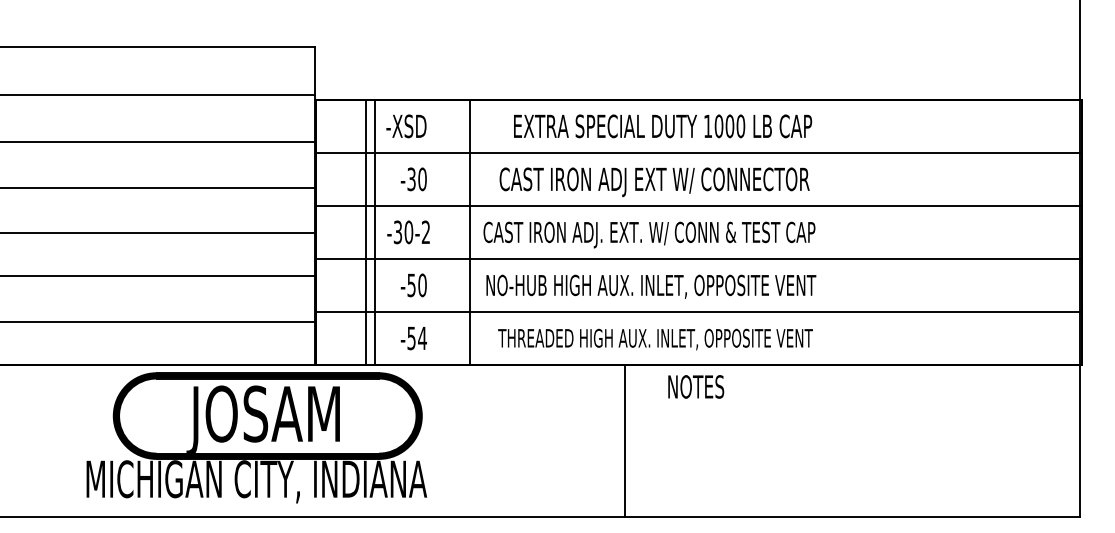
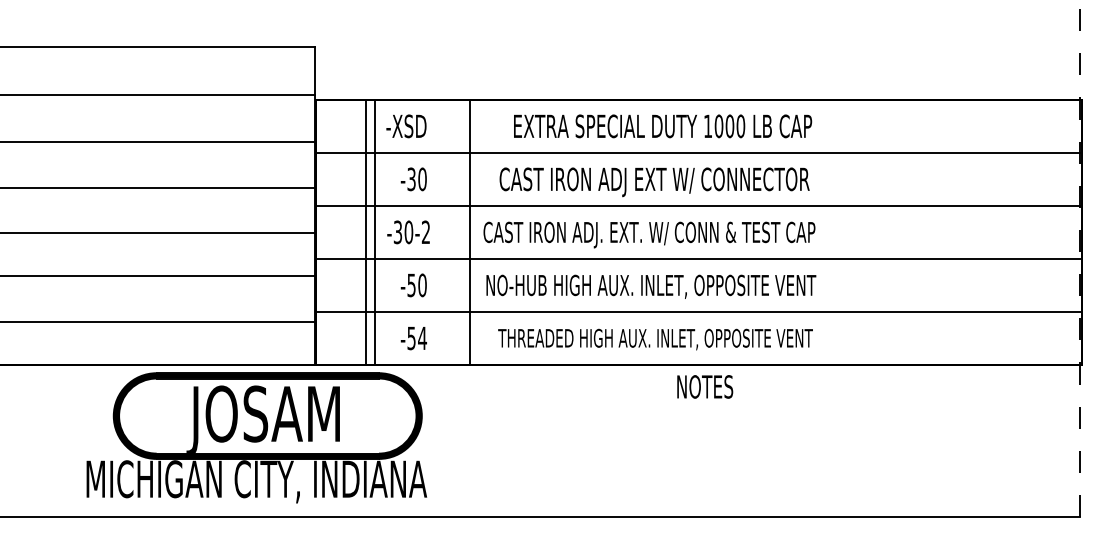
line at (1080, 258): solid -> dashed
text at (696, 386) position: (696, 386) -> (705, 386)
line at (624, 441): present -> none
